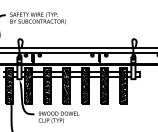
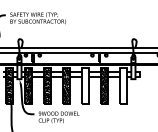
hatch at (85, 85): present -> none
hatch at (123, 85): present -> none
